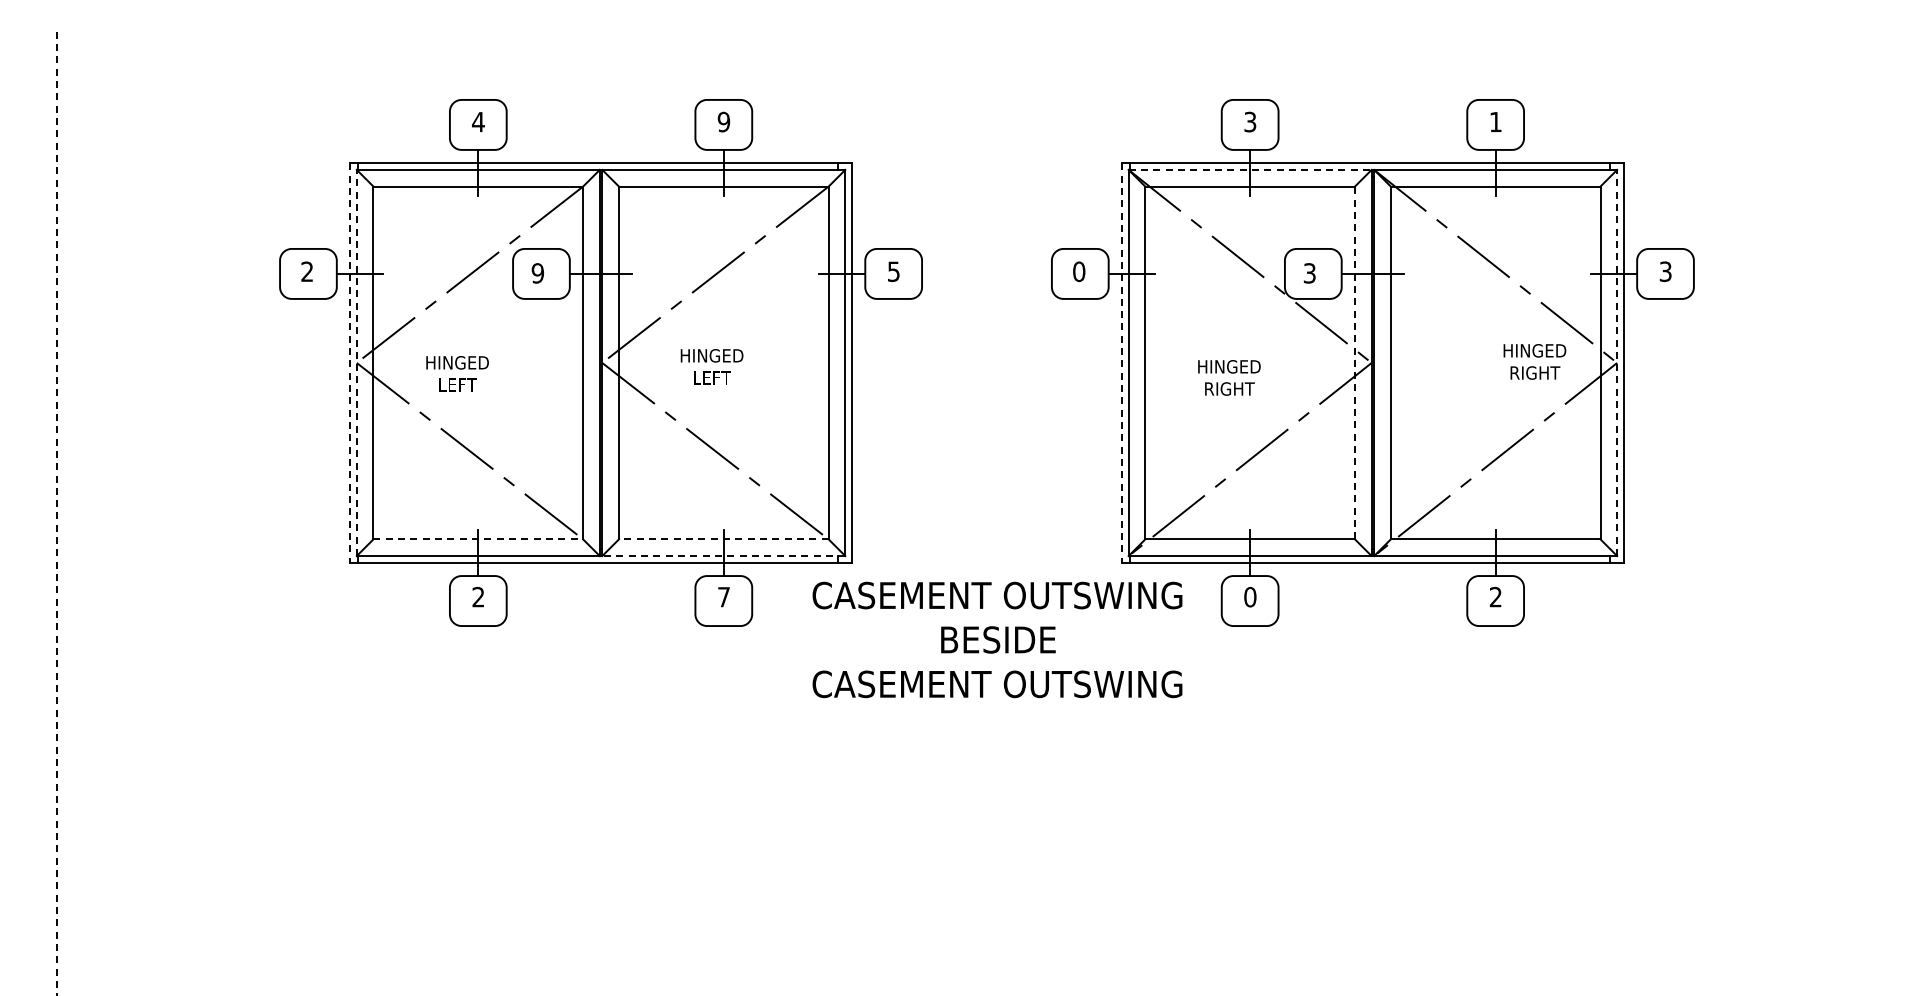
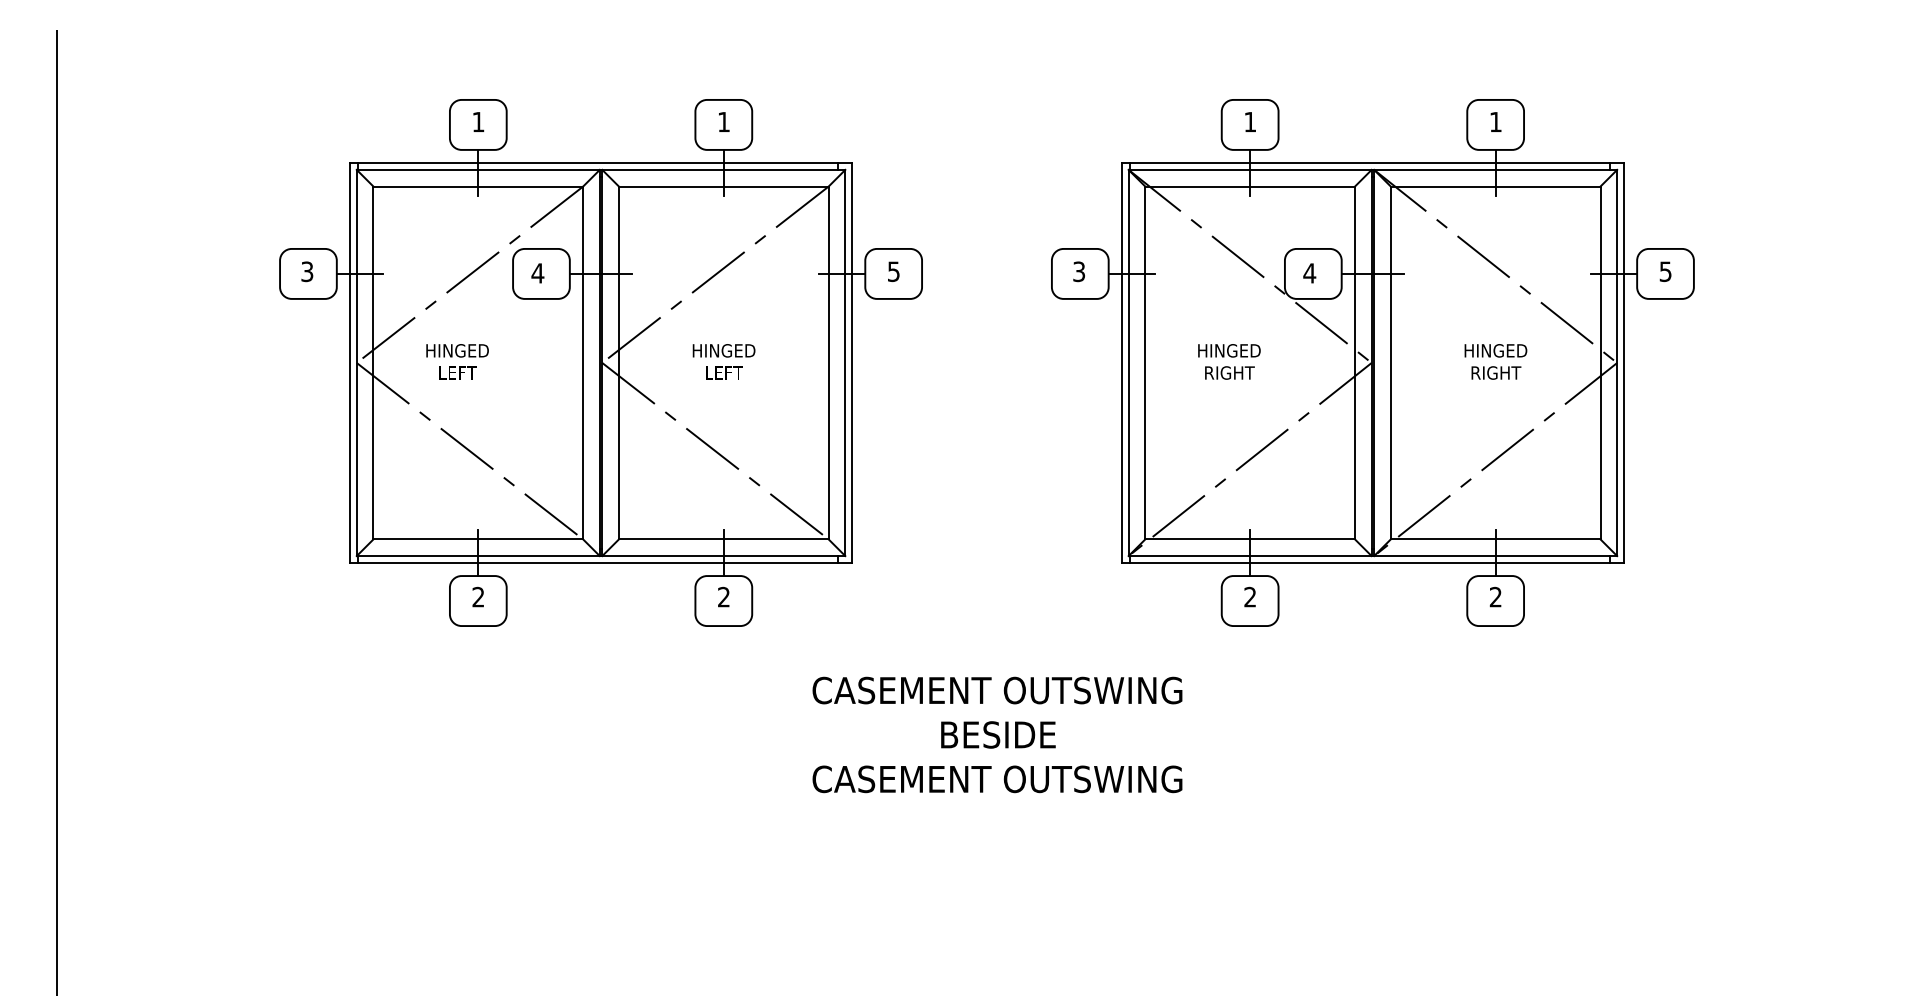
text at (478, 121): 4 -> 1
text at (723, 121): 9 -> 1
text at (1250, 121): 3 -> 1
line at (1250, 169): dashed -> solid
text at (307, 271): 2 -> 3
text at (1079, 271): 0 -> 3
text at (1665, 271): 3 -> 5
text at (537, 273): 9 -> 4
text at (1309, 273): 3 -> 4
text at (1534, 361) position: (1534, 361) -> (1495, 361)
line at (350, 362): dashed -> solid
line at (356, 362): dashed -> solid
line at (1121, 362): dashed -> solid
line at (1355, 362): dashed -> solid
line at (1617, 362): dashed -> solid
text at (711, 366) position: (711, 366) -> (723, 361)
text at (457, 373) position: (457, 373) -> (457, 361)
text at (1229, 377) position: (1229, 377) -> (1229, 361)
line at (57, 512): dashed -> solid
line at (478, 539): dashed -> solid
line at (723, 539): dashed -> solid
line at (723, 556): dashed -> solid
text at (723, 596): 7 -> 2
text at (1250, 597): 0 -> 2
text at (997, 639) position: (997, 639) -> (997, 734)
